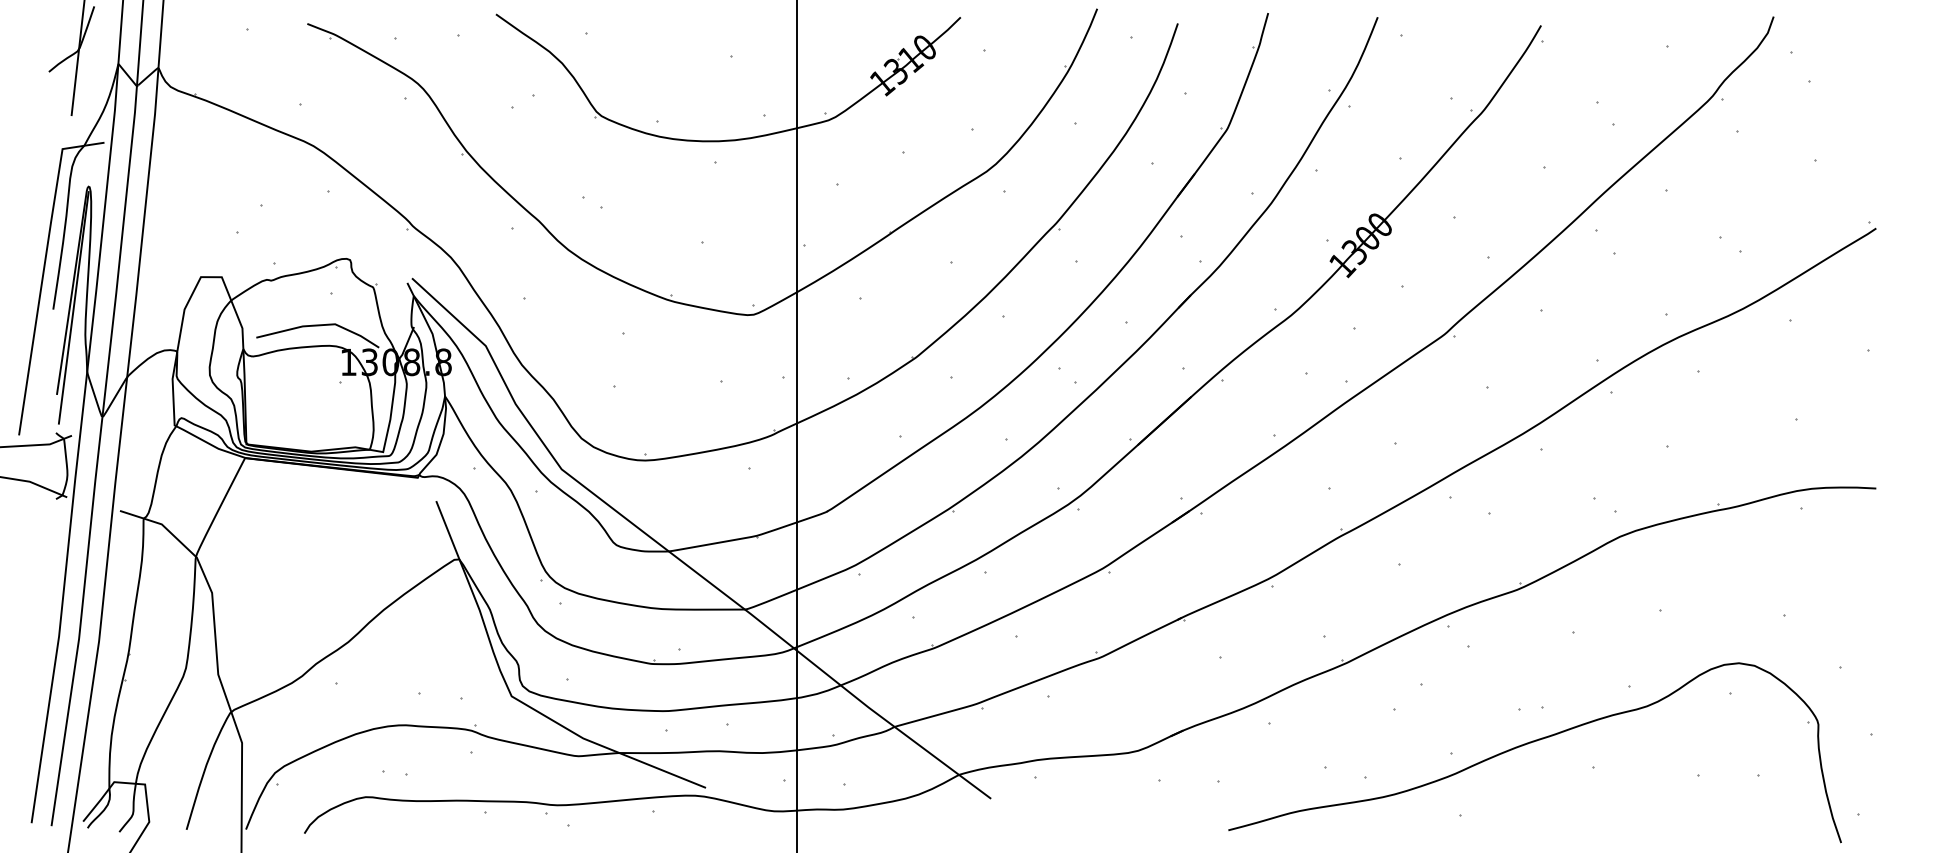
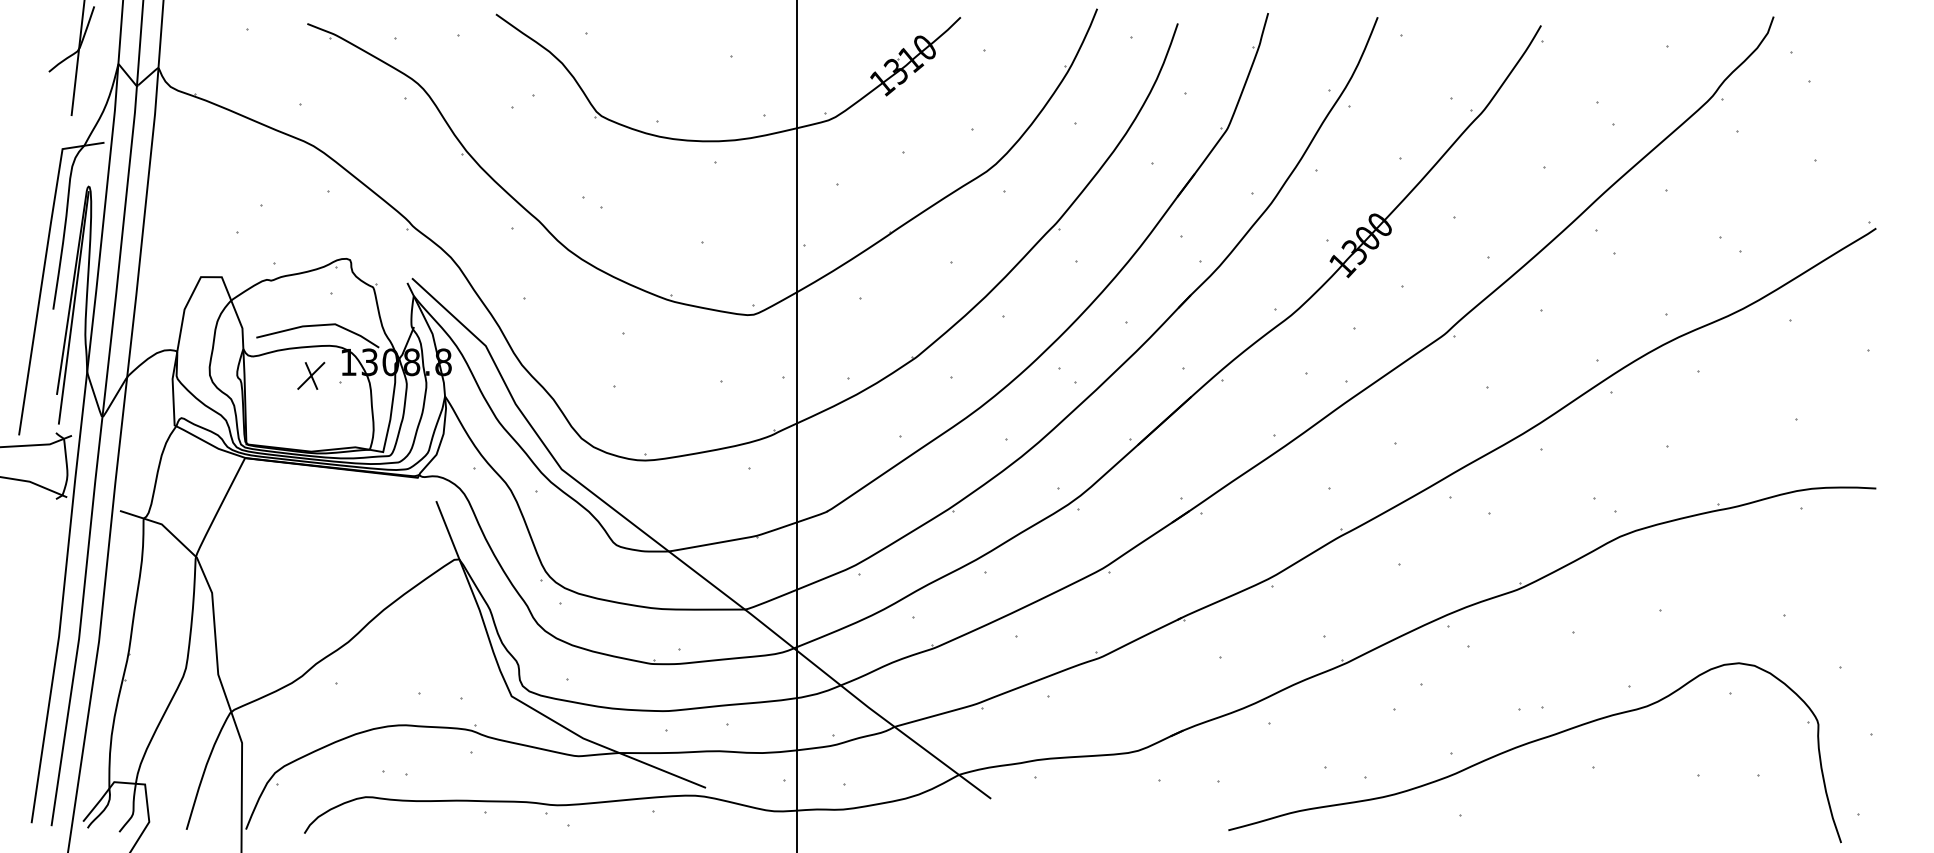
part at (311, 375): none -> present
